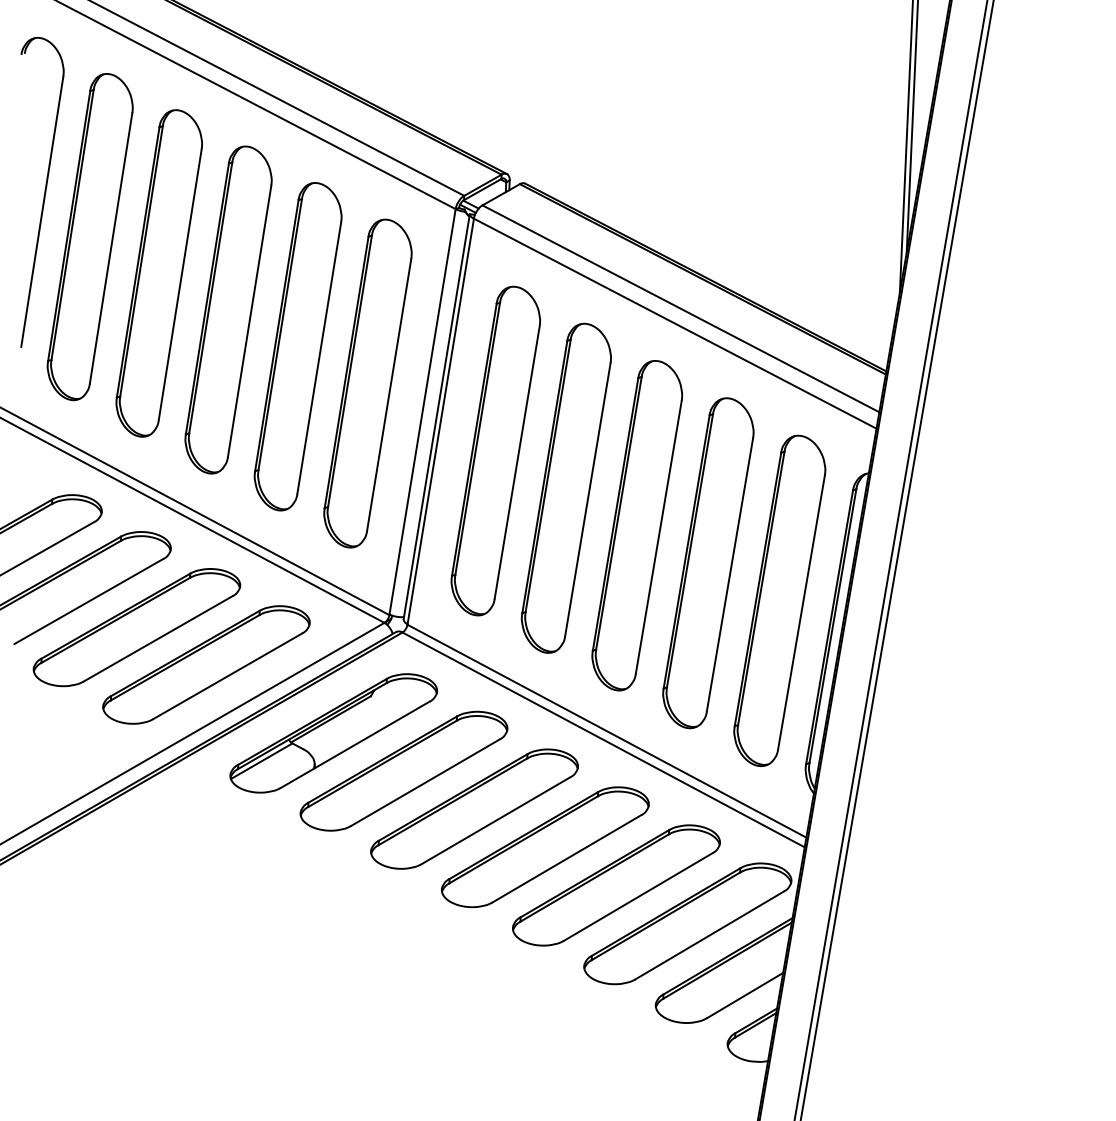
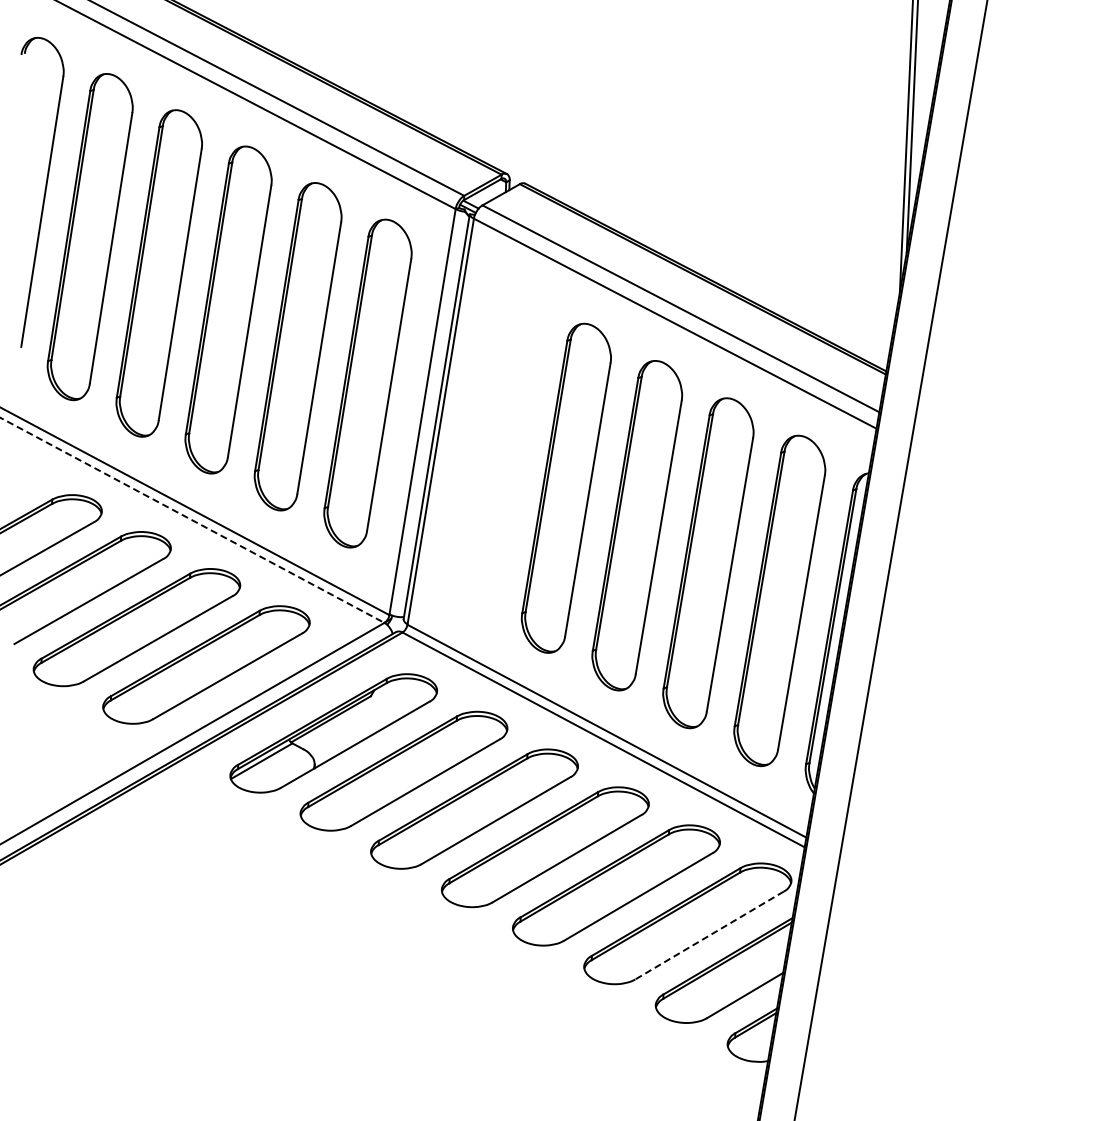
part at (495, 450): present -> none
line at (193, 520): solid -> dashed
line at (897, 559): present -> none
line at (709, 935): solid -> dashed
